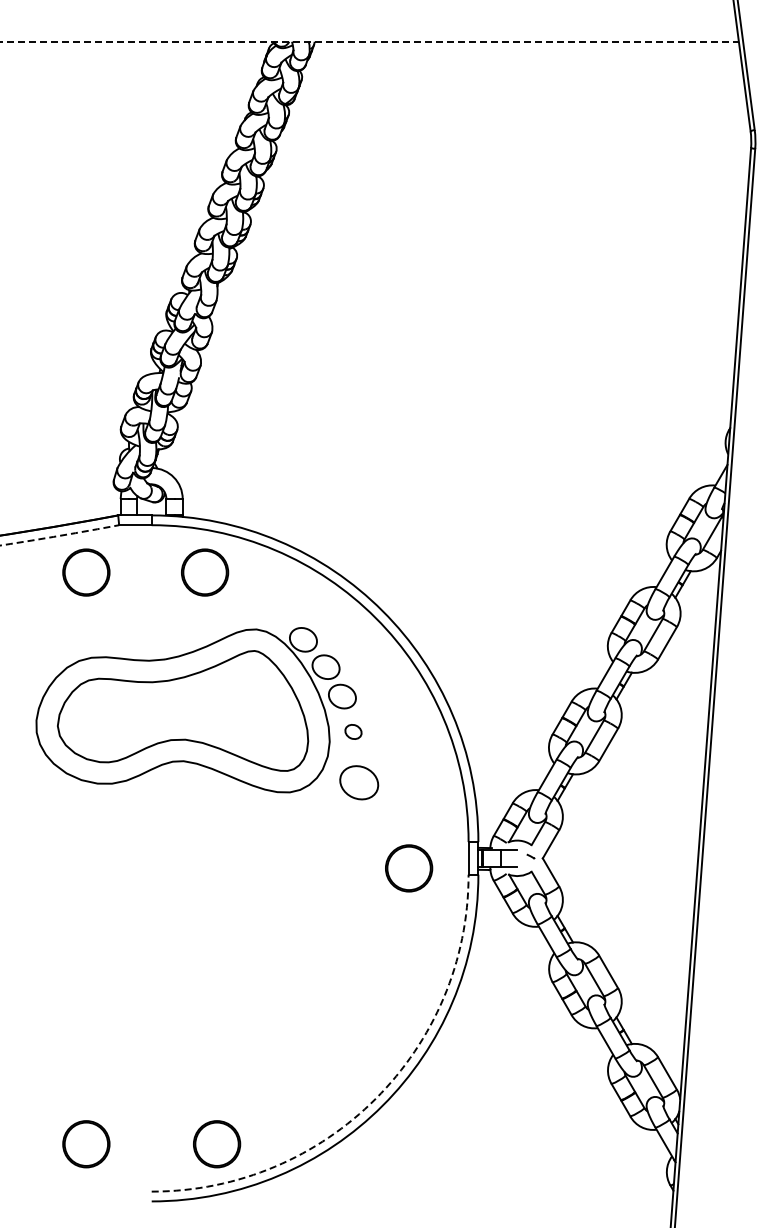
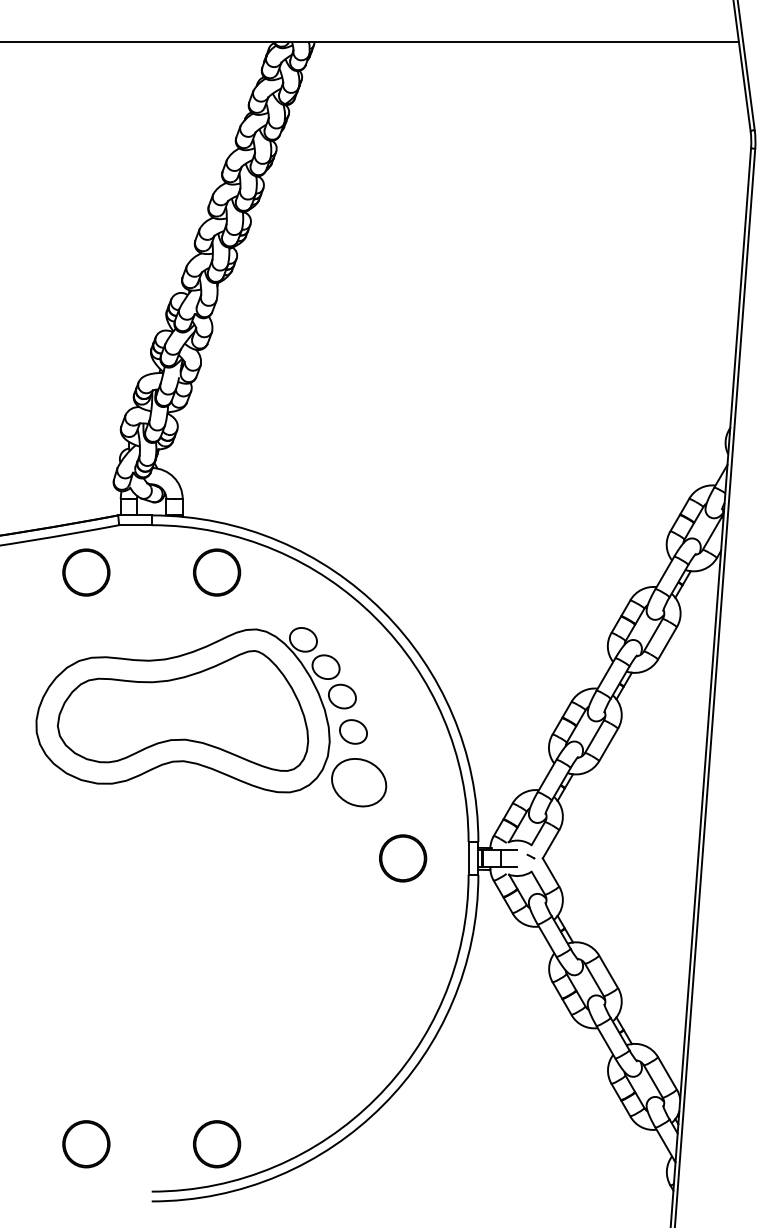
line at (369, 41): dashed -> solid
arc at (60, 535): dashed -> solid
part at (205, 572) position: (205, 572) -> (217, 572)
part at (353, 731) size: 19x16 px -> 29x26 px
part at (359, 782) size: 41x36 px -> 57x50 px
part at (409, 868) position: (409, 868) -> (403, 858)
arc at (375, 1098): dashed -> solid
